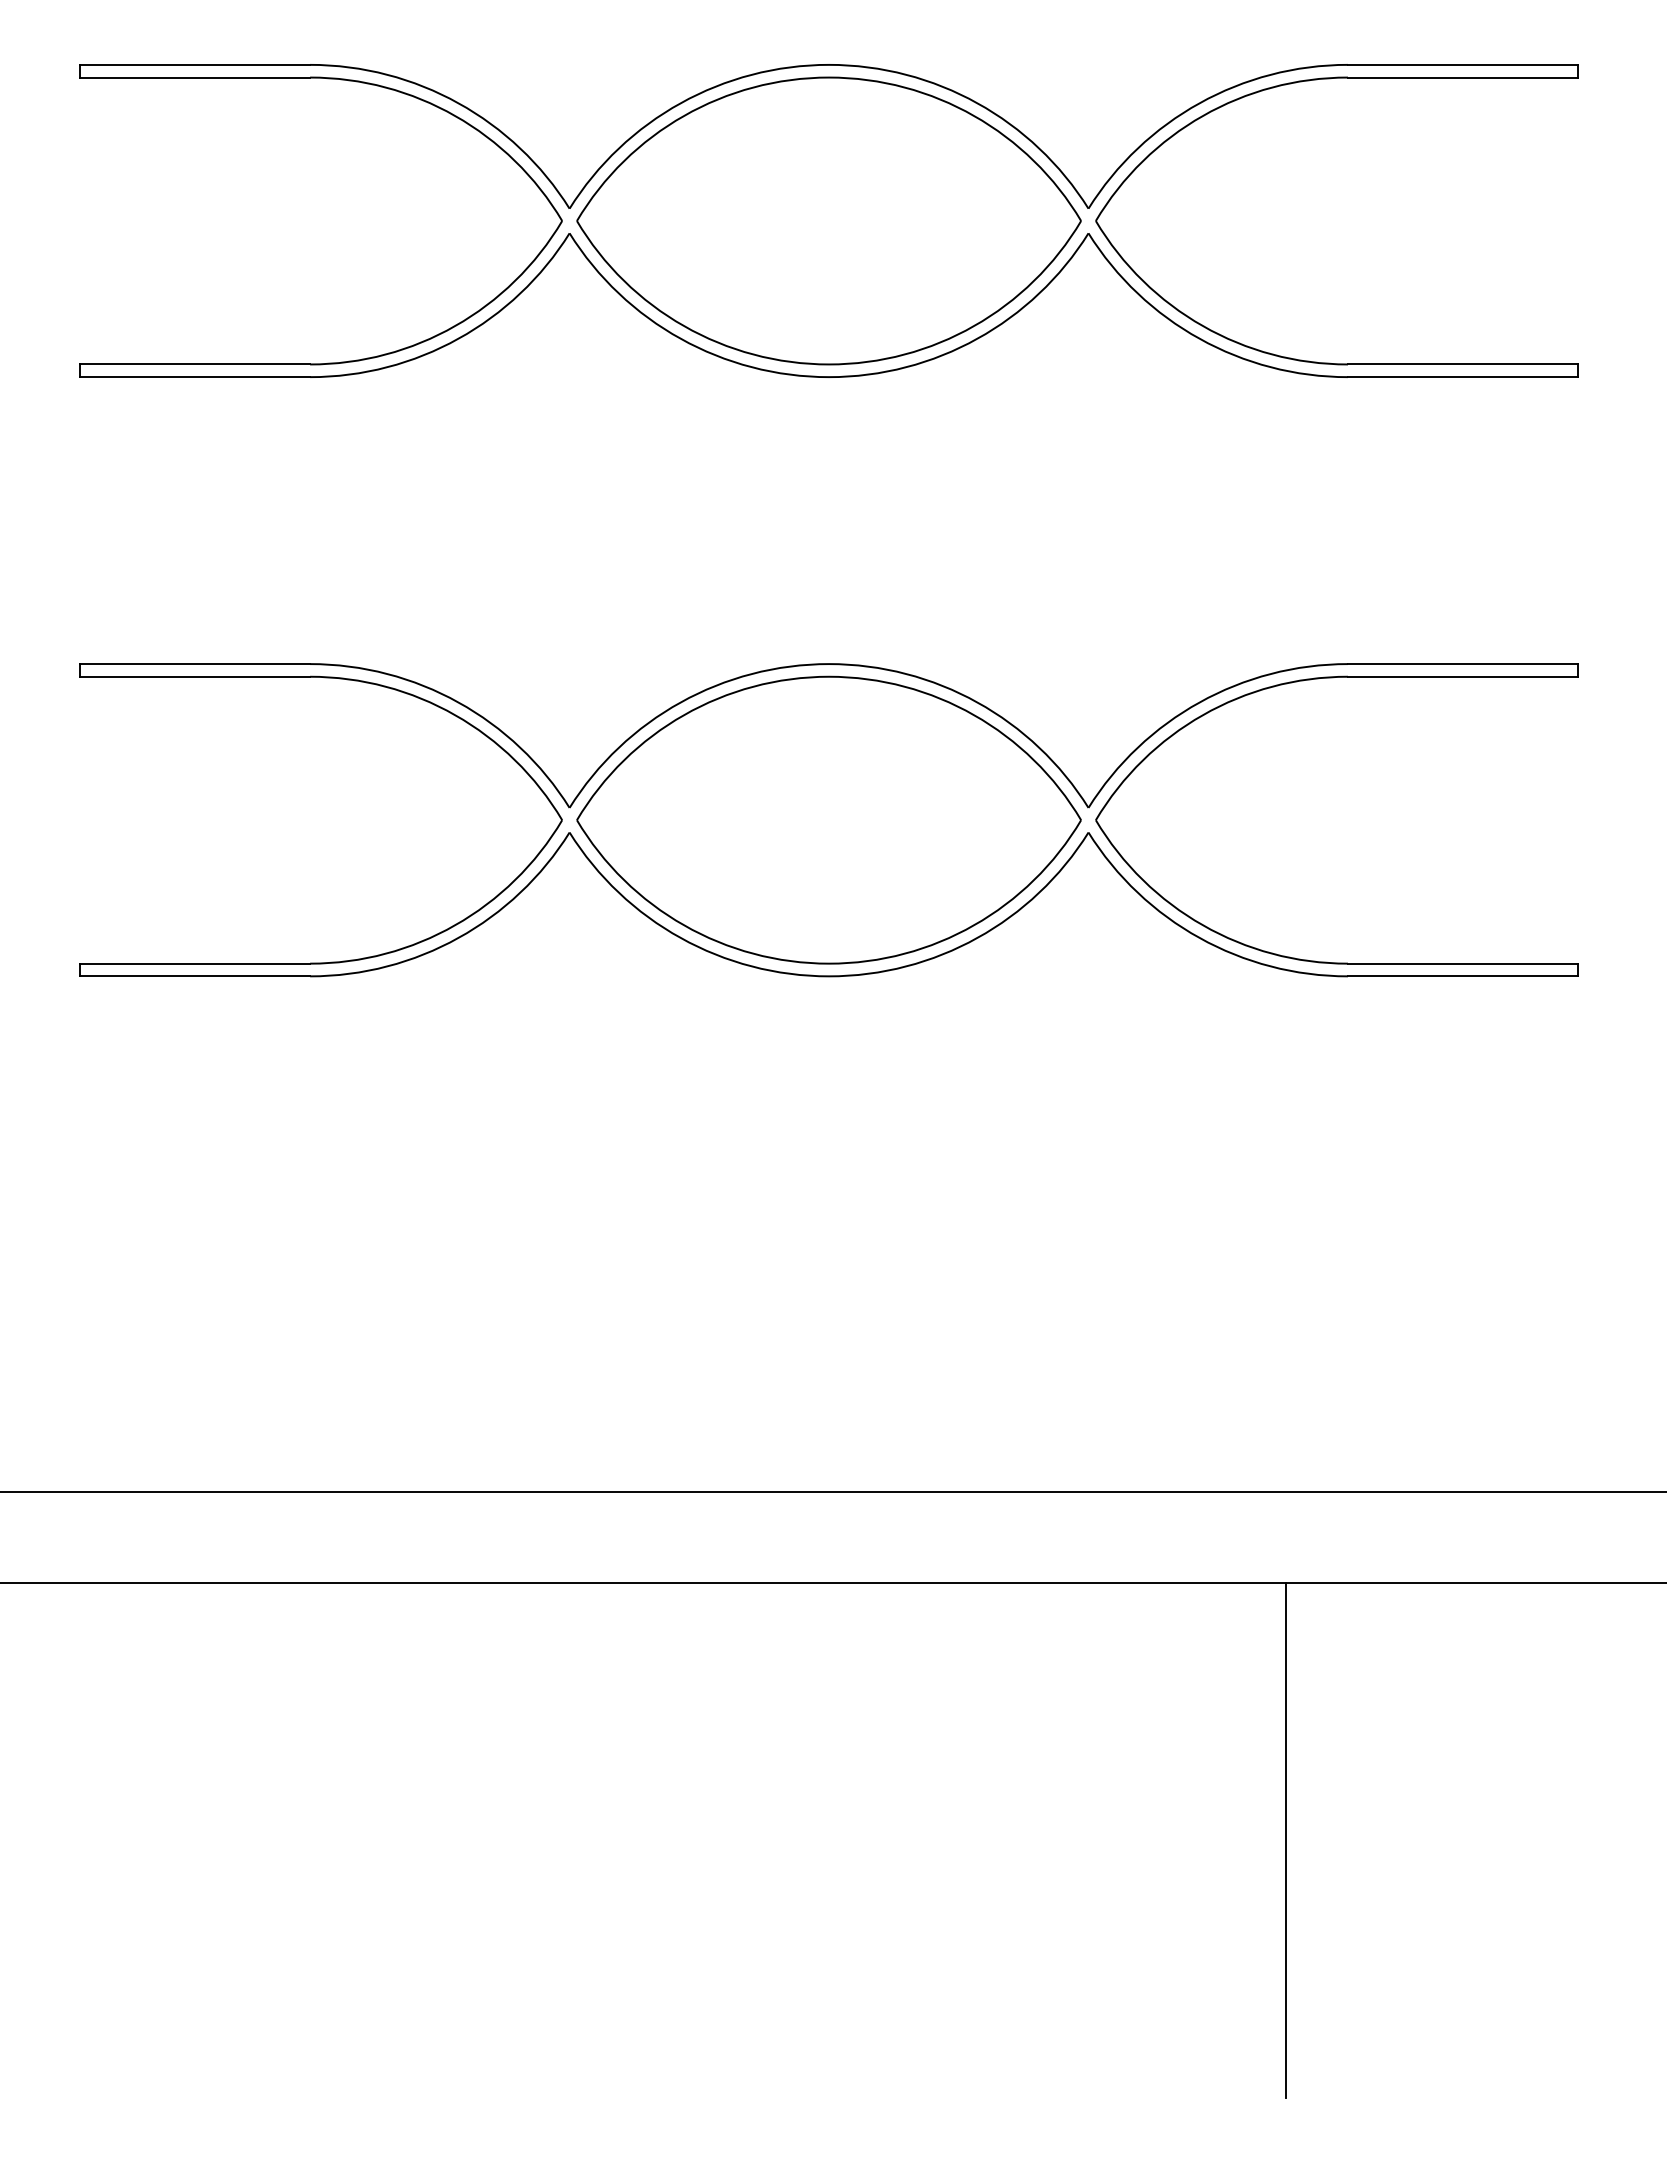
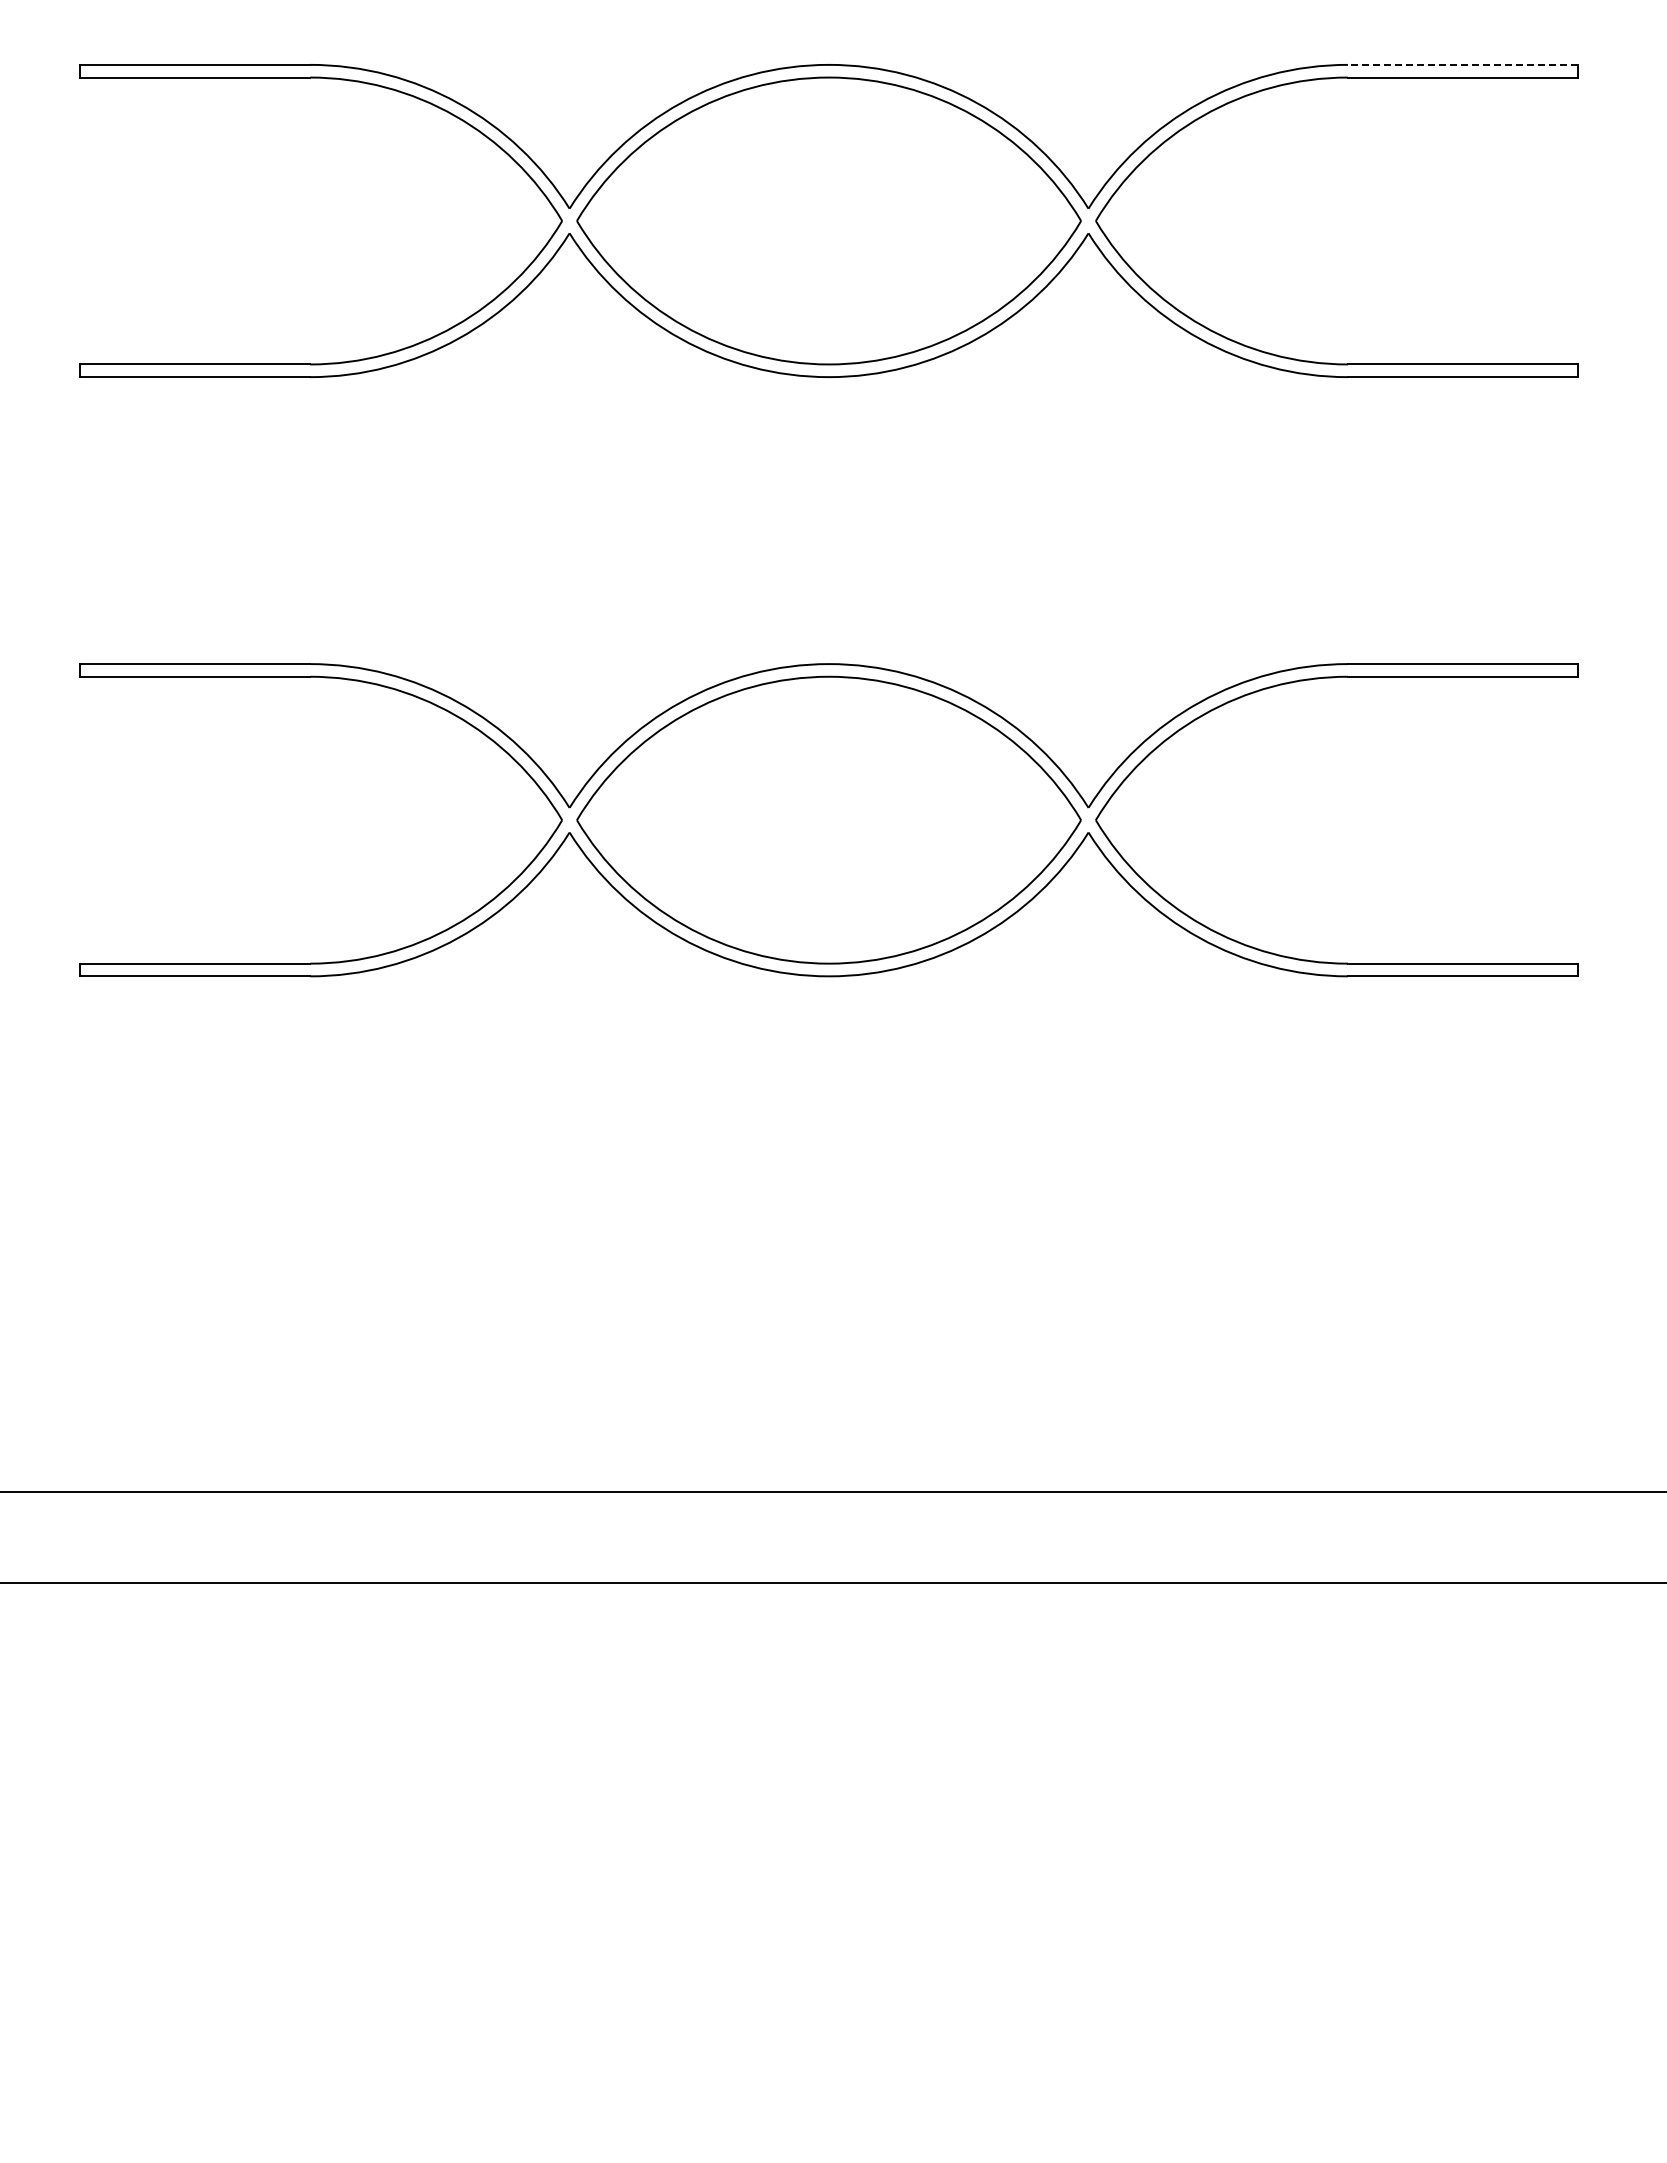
line at (1462, 64): solid -> dashed
line at (1286, 1840): present -> none
